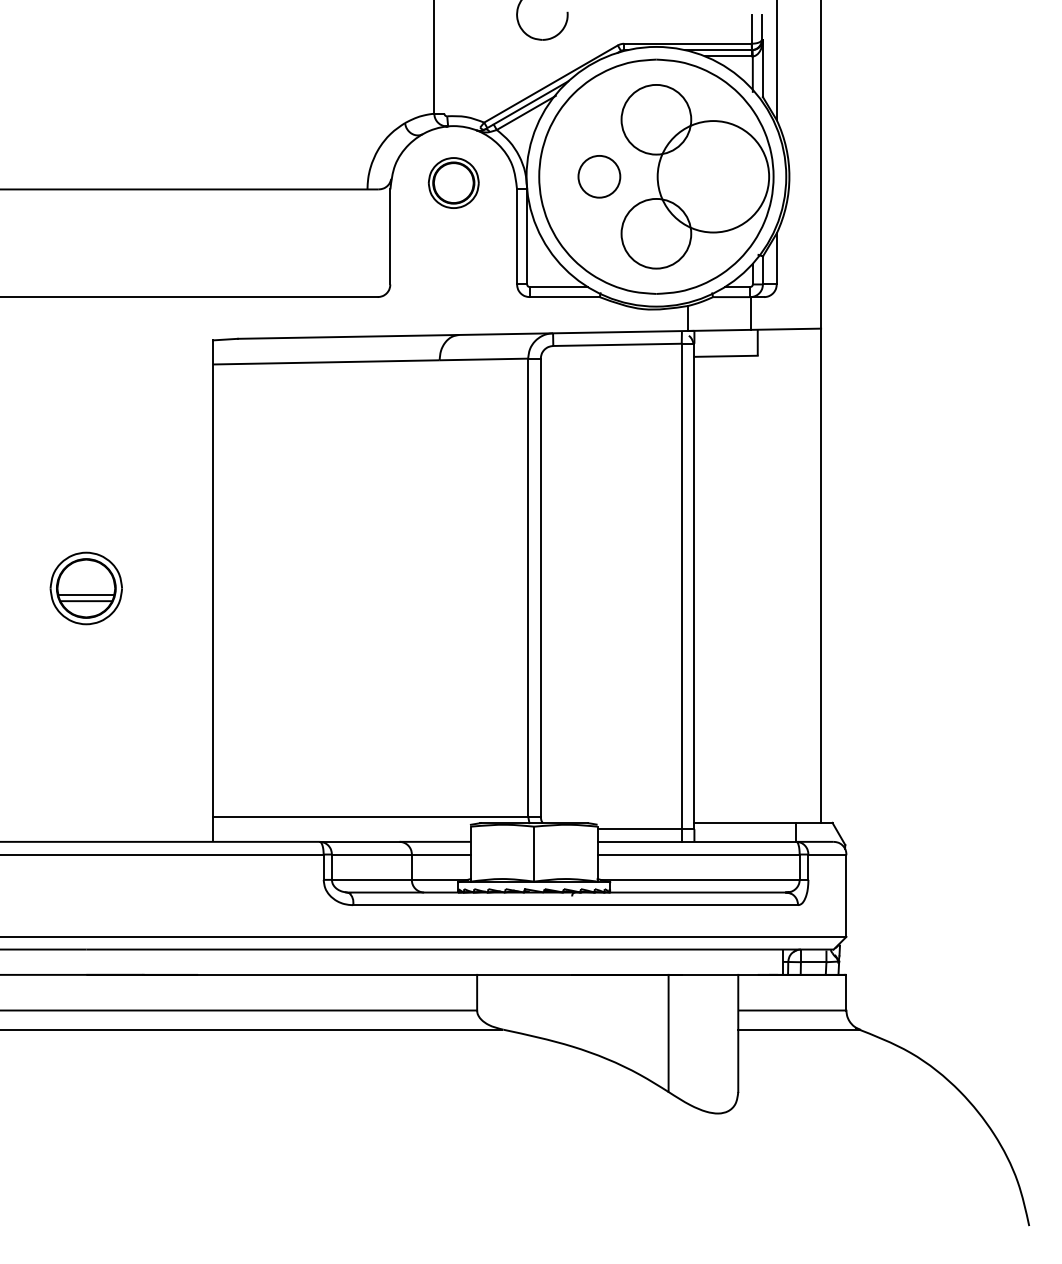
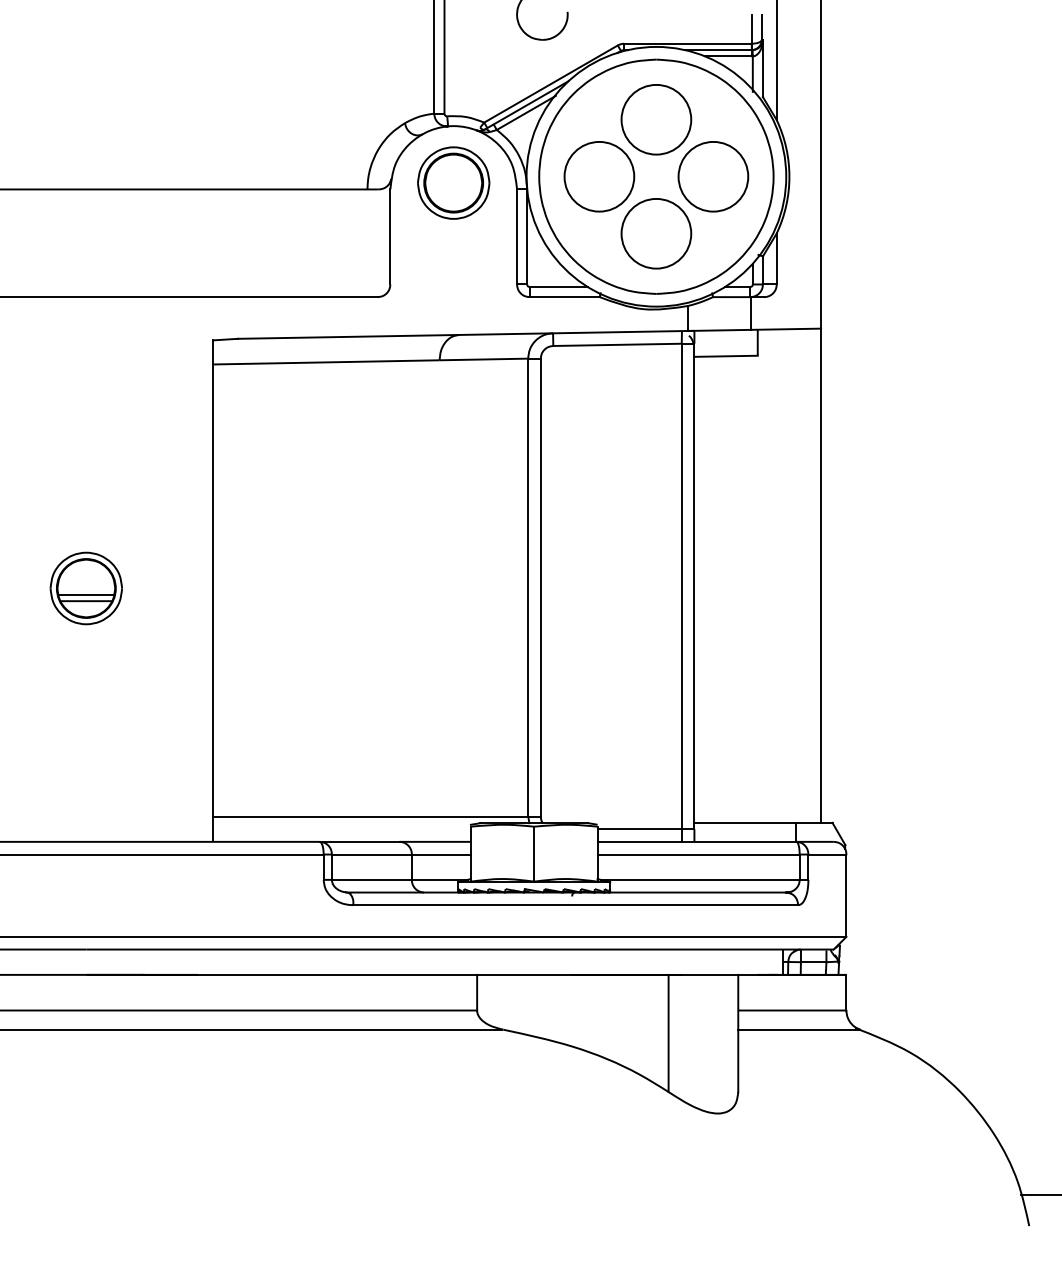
line at (444, 57): none -> present
circle at (599, 176) diameter: 42 px -> 70 px
circle at (713, 176) diameter: 111 px -> 70 px
part at (453, 182) size: 53x52 px -> 74x74 px
line at (1039, 1195): none -> present
